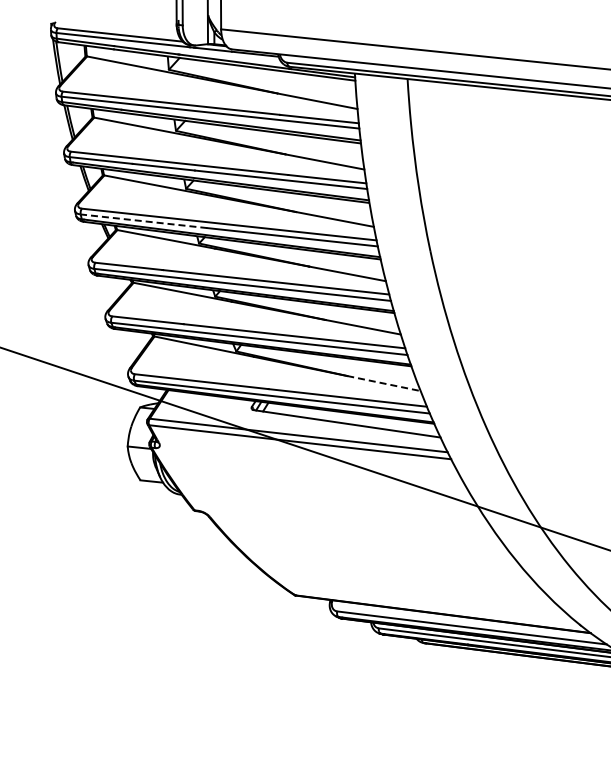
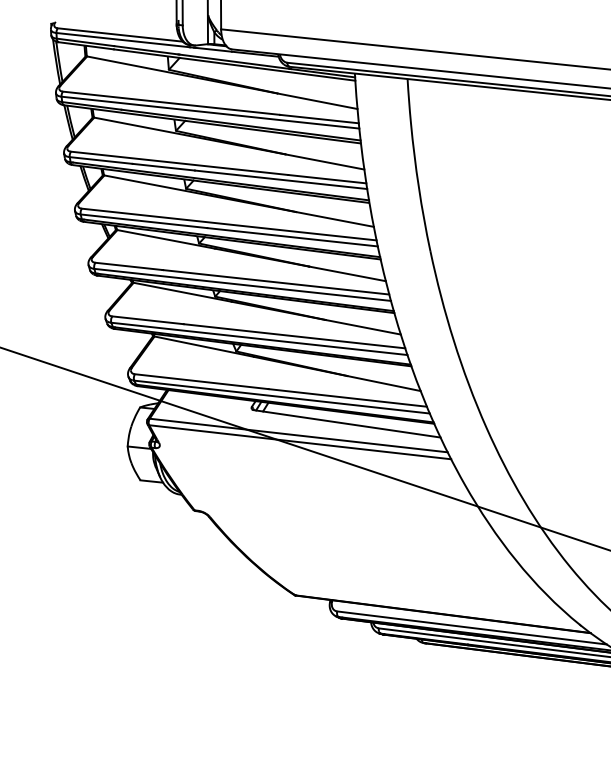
line at (144, 221): dashed -> solid
line at (384, 383): dashed -> solid
